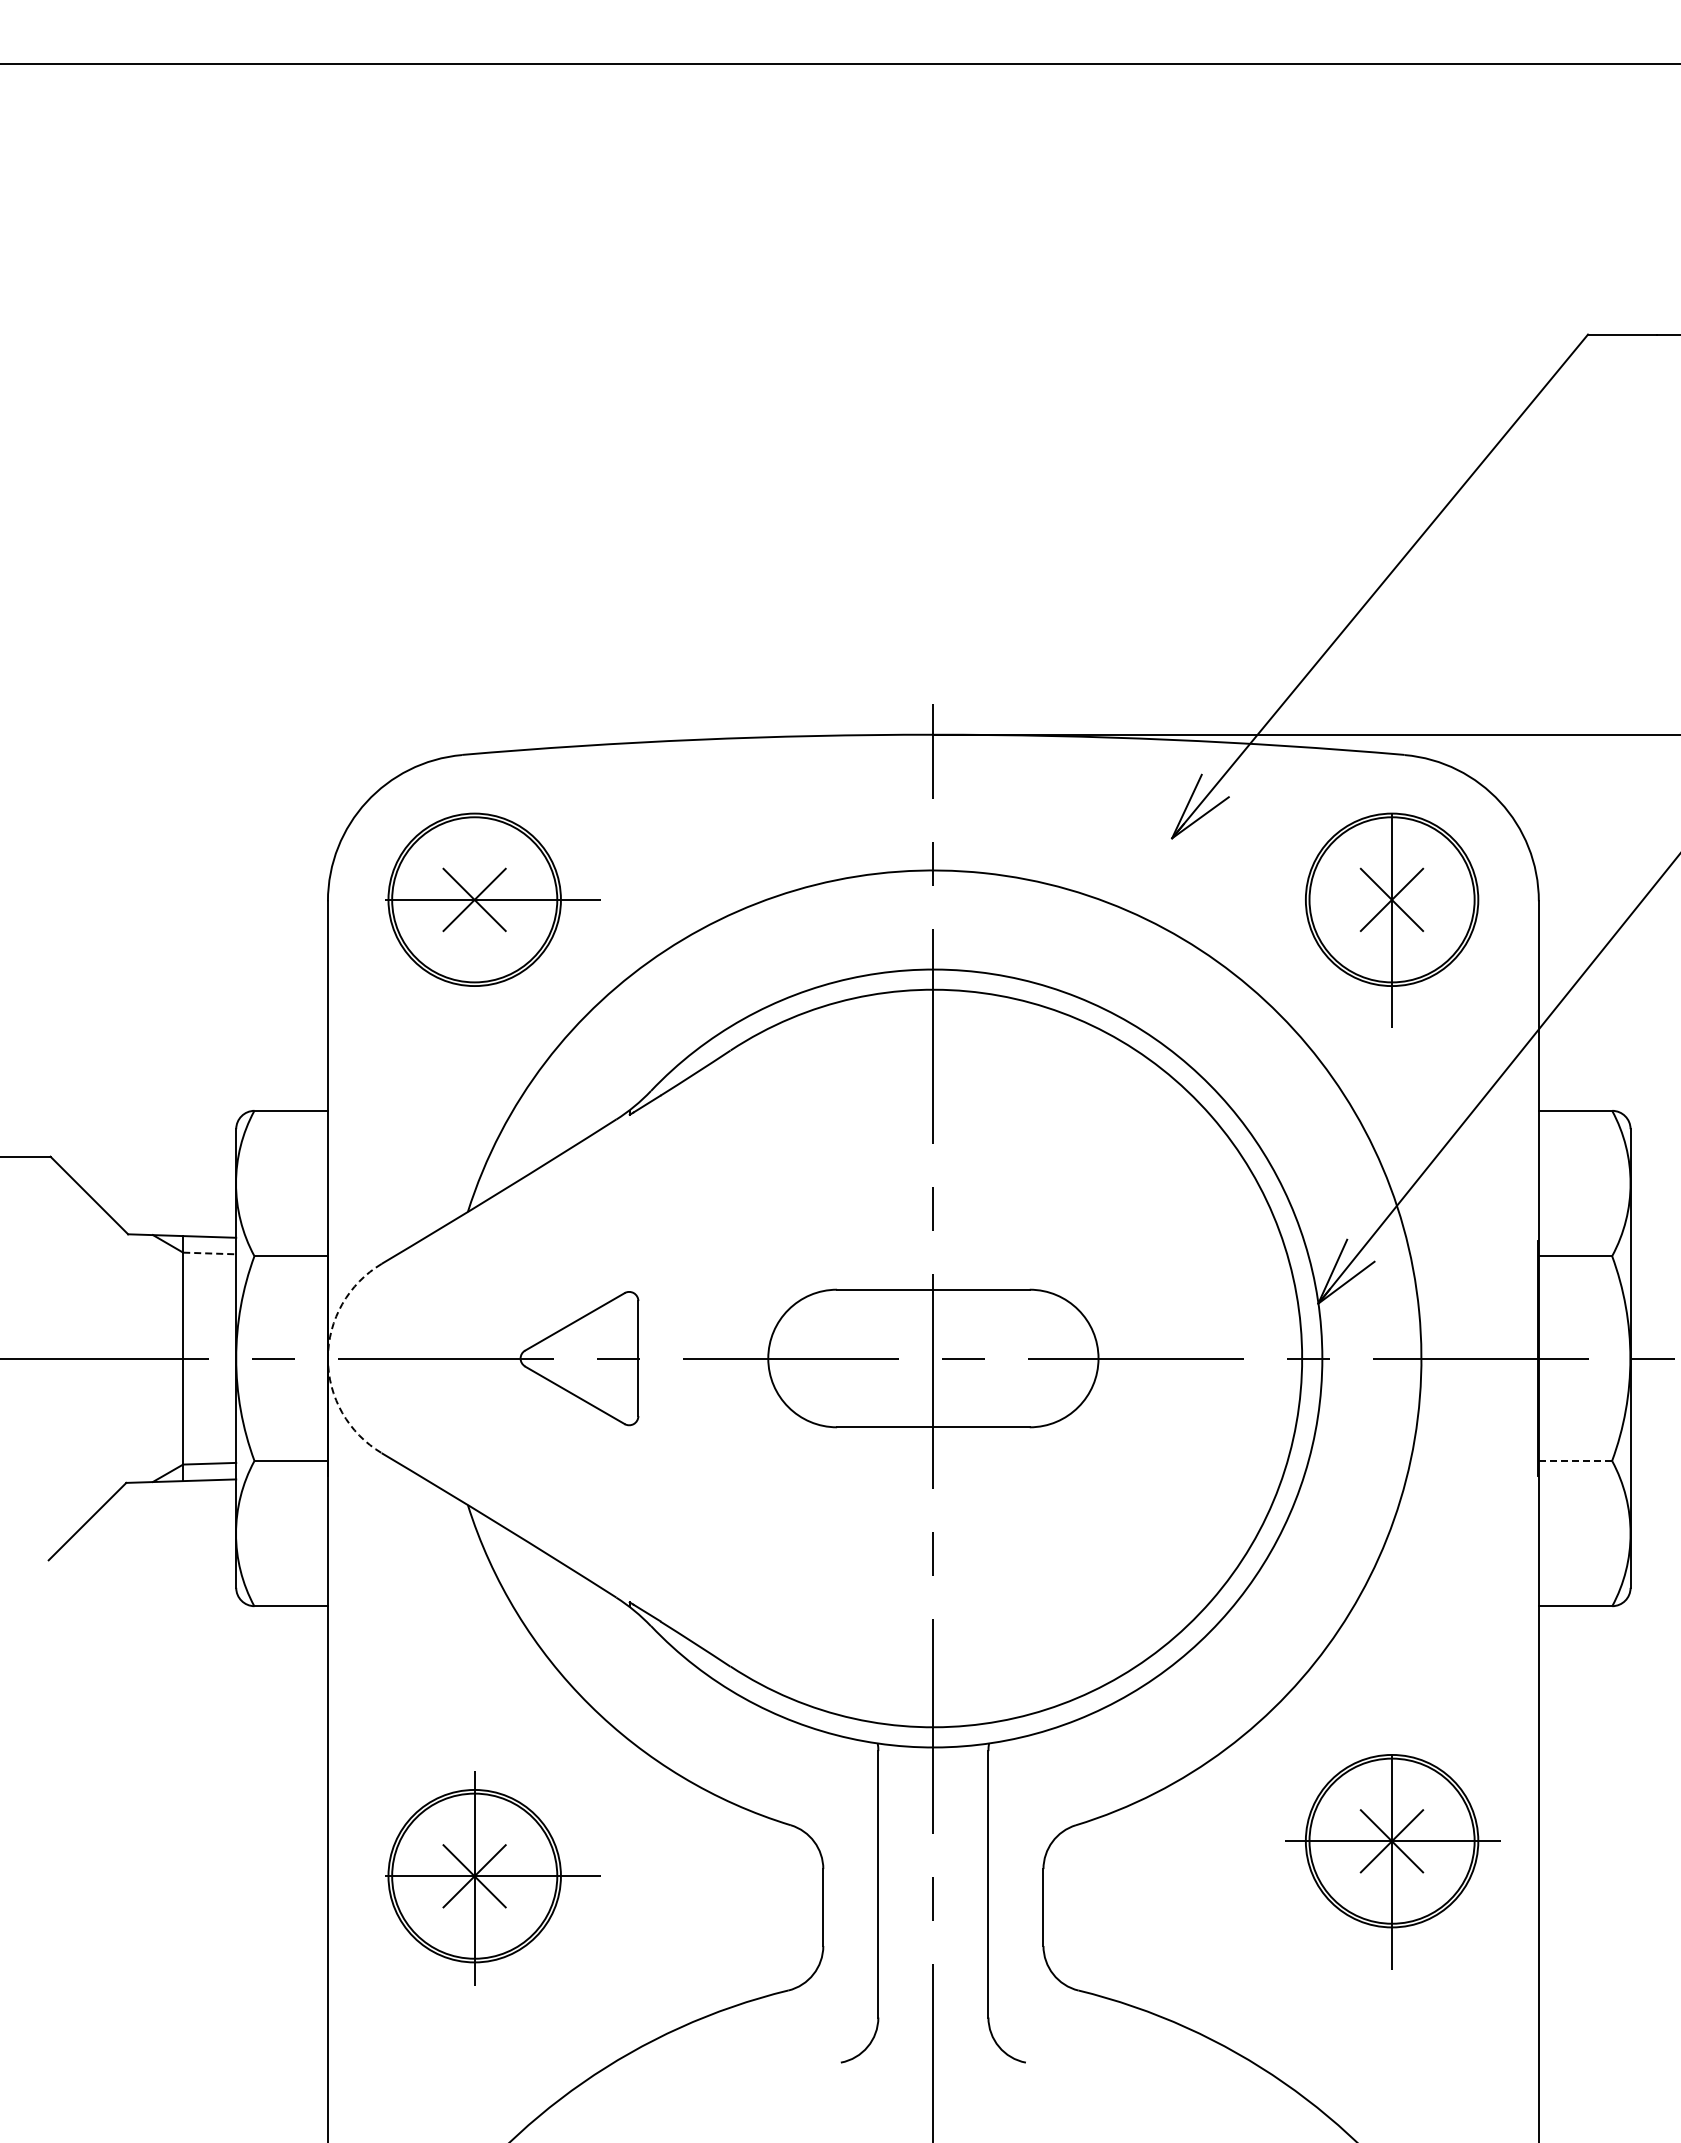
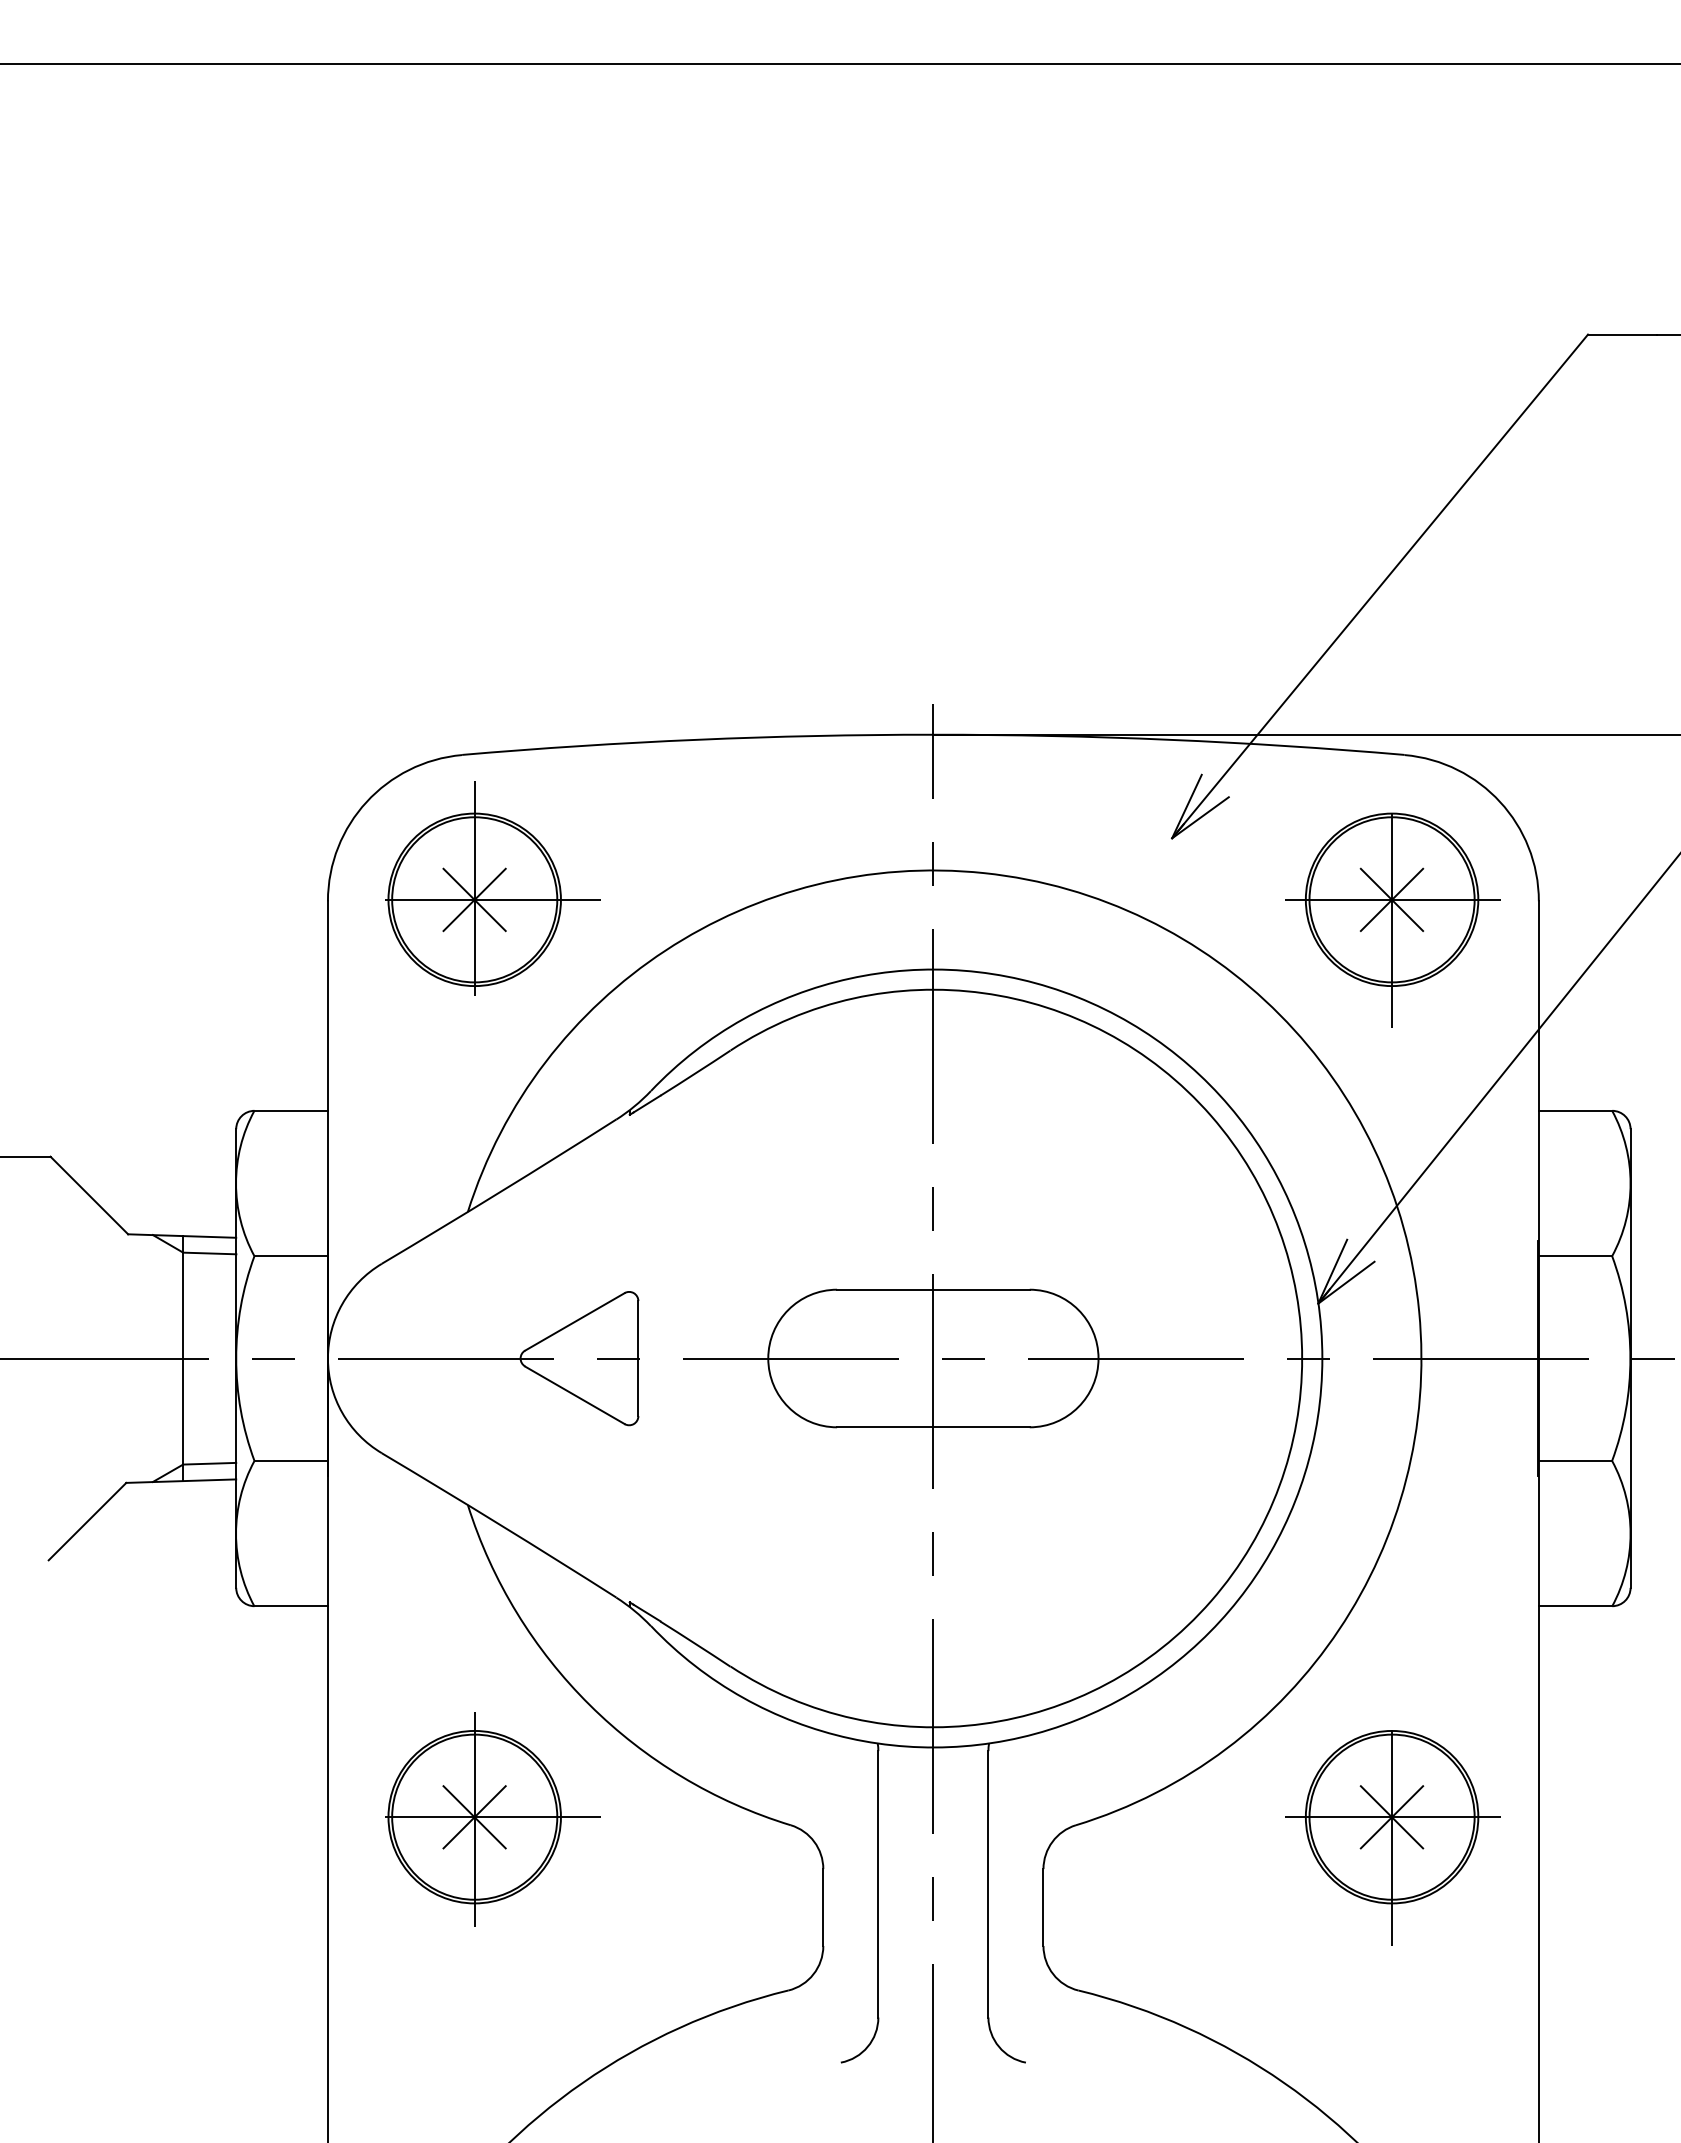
line at (474, 876): none -> present
line at (1381, 899): none -> present
line at (209, 1253): dashed -> solid
arc at (327, 1358): dashed -> solid
line at (1575, 1461): dashed -> solid
part at (1392, 1861) position: (1392, 1861) -> (1392, 1837)
part at (492, 1878) position: (492, 1878) -> (492, 1819)
